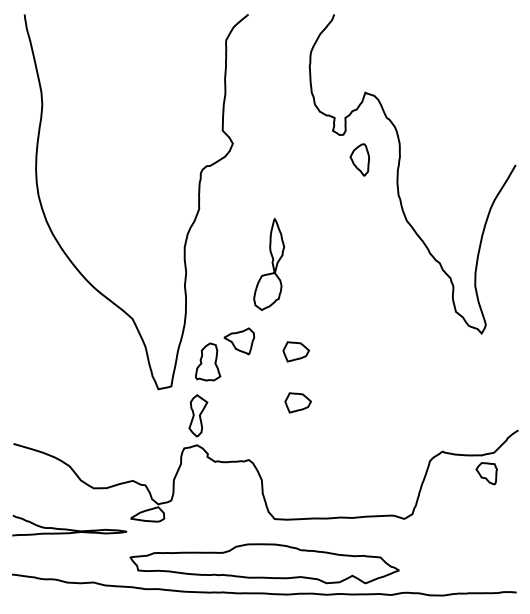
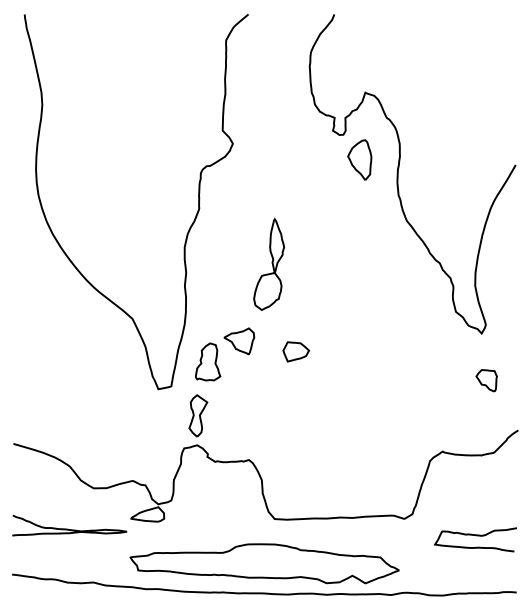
part at (359, 159) size: 21x34 px -> 26x42 px
part at (297, 402): present -> none
part at (486, 473) position: (486, 473) -> (486, 380)
curve at (475, 536): none -> present
